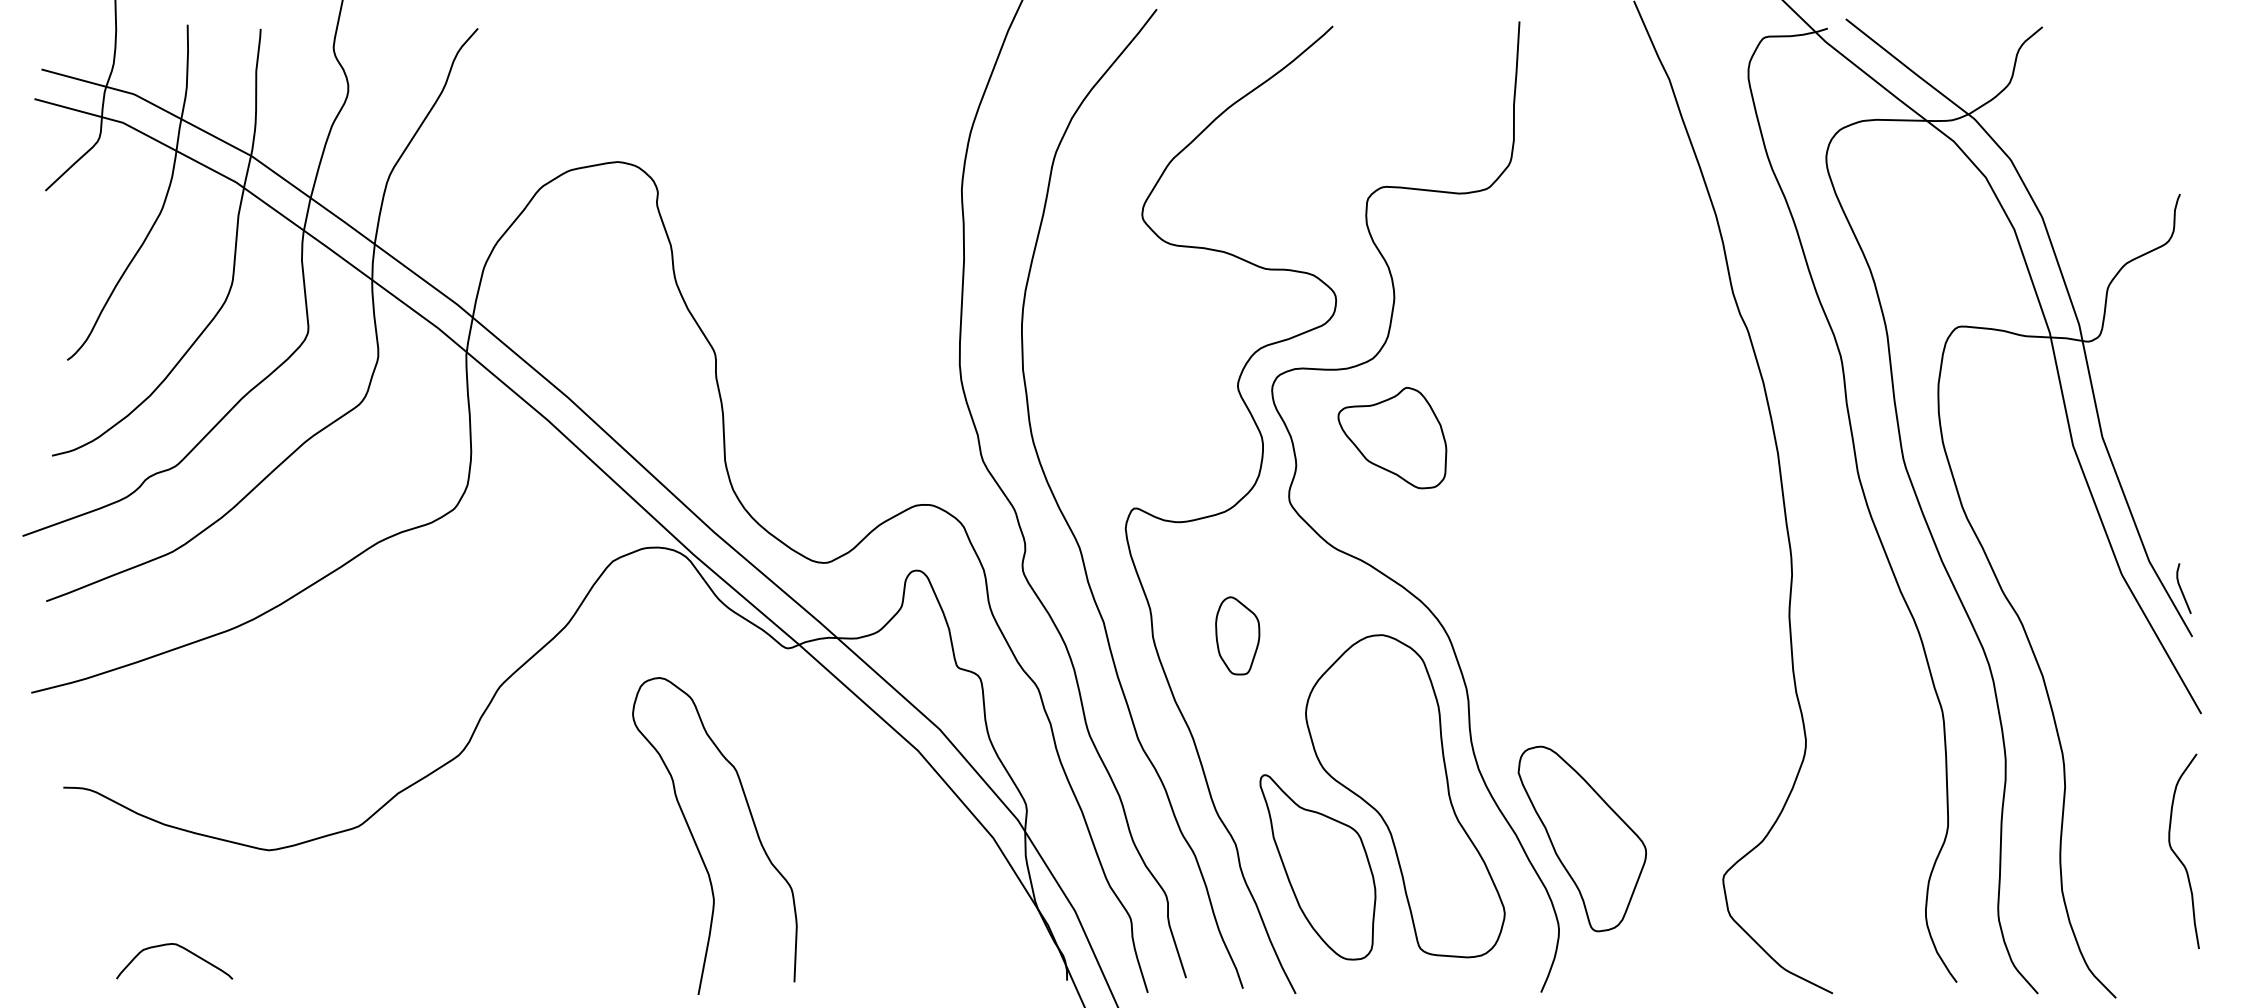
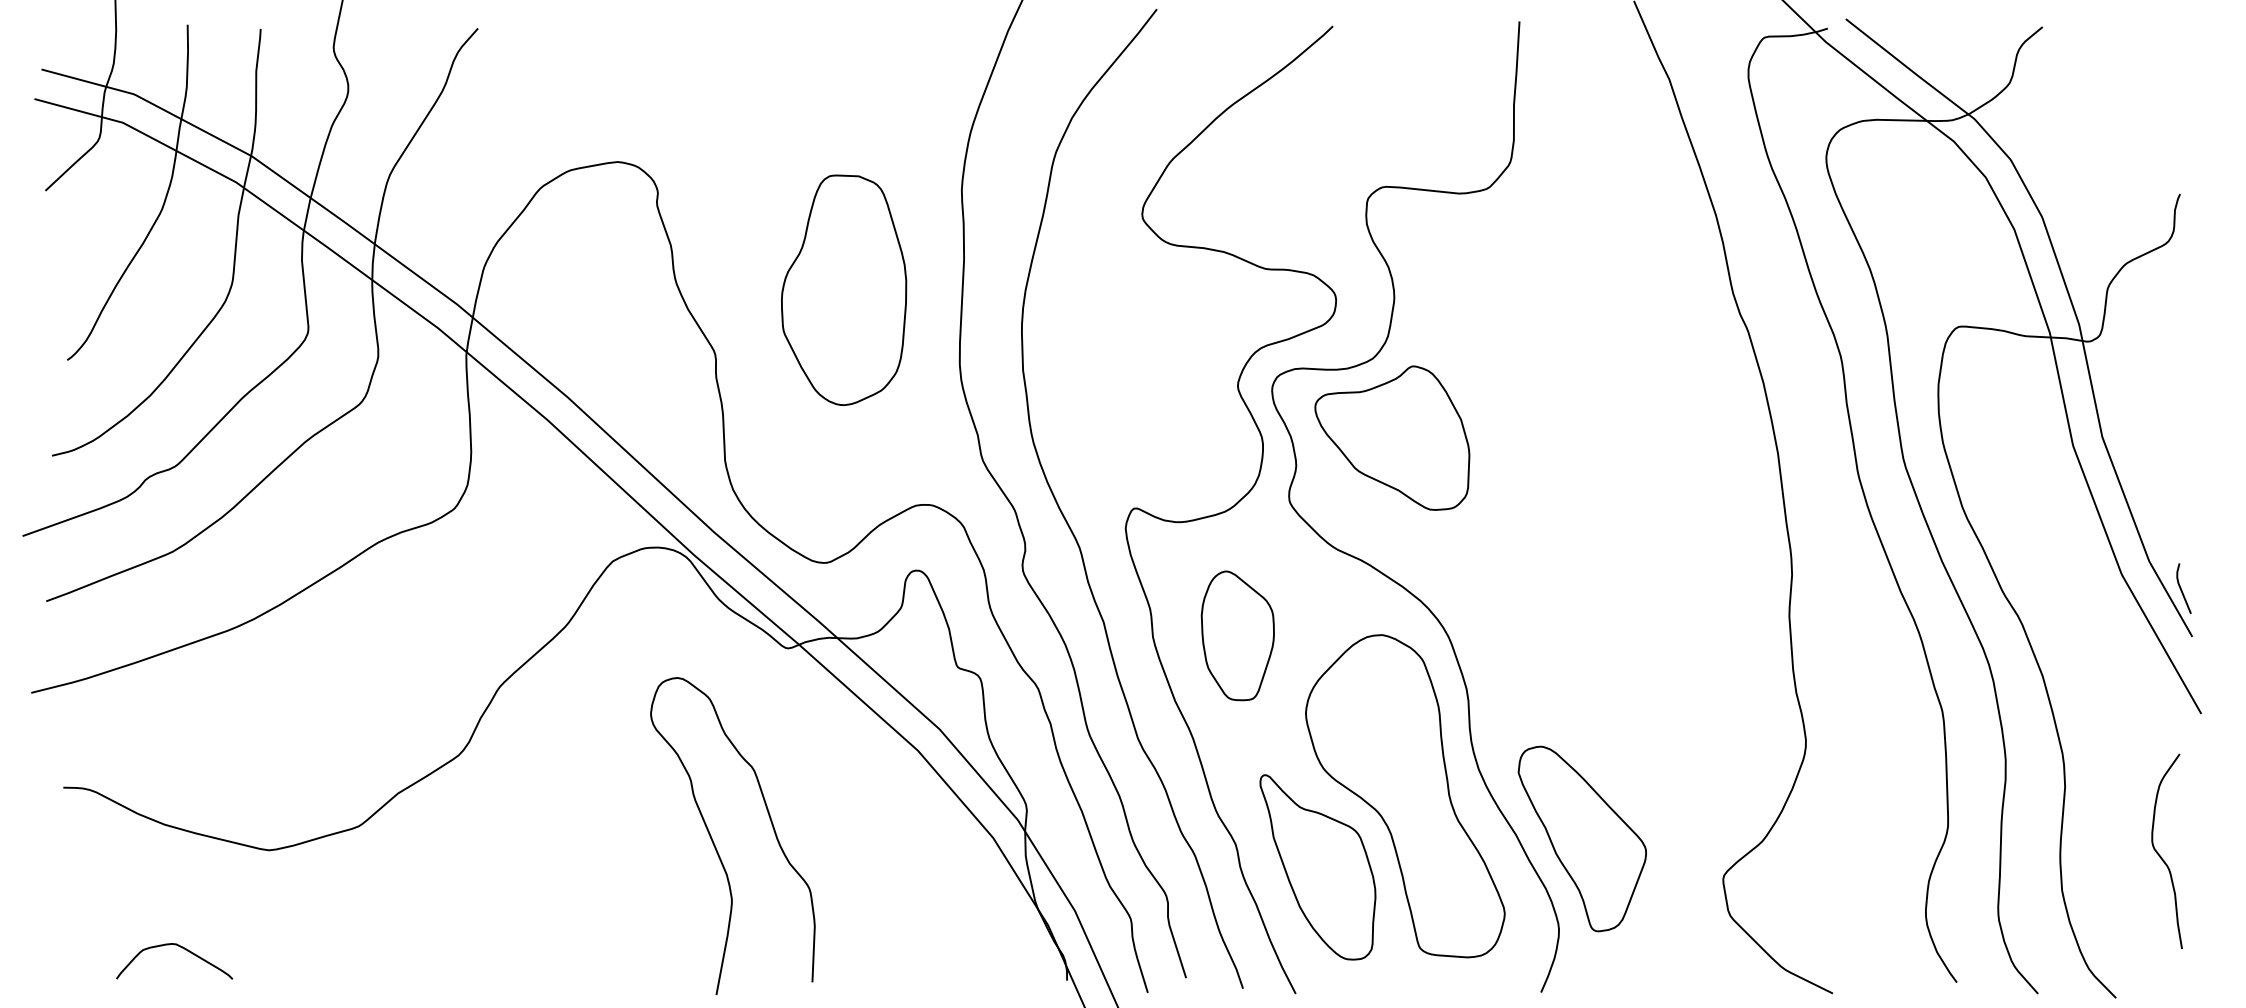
part at (844, 289): none -> present
part at (1392, 438) size: 111x103 px -> 157x146 px
part at (1237, 635) size: 46x80 px -> 75x132 px
curve at (696, 842) position: (696, 842) -> (714, 842)
curve at (2177, 855) position: (2177, 855) -> (2160, 855)
